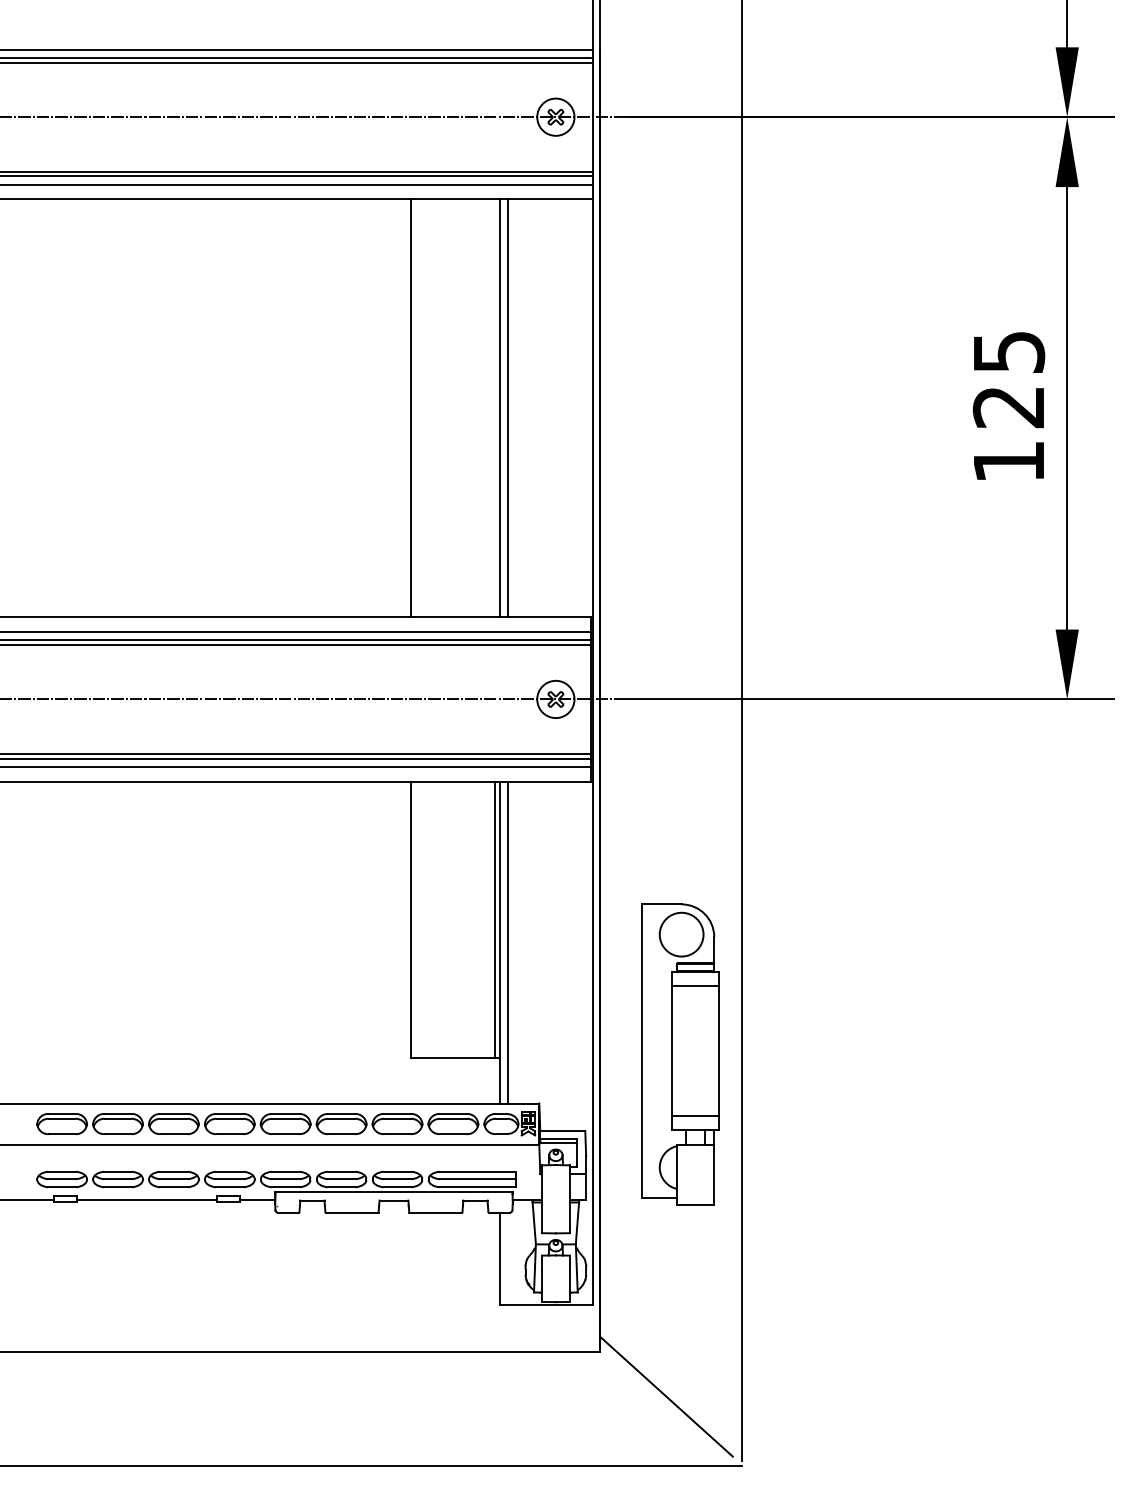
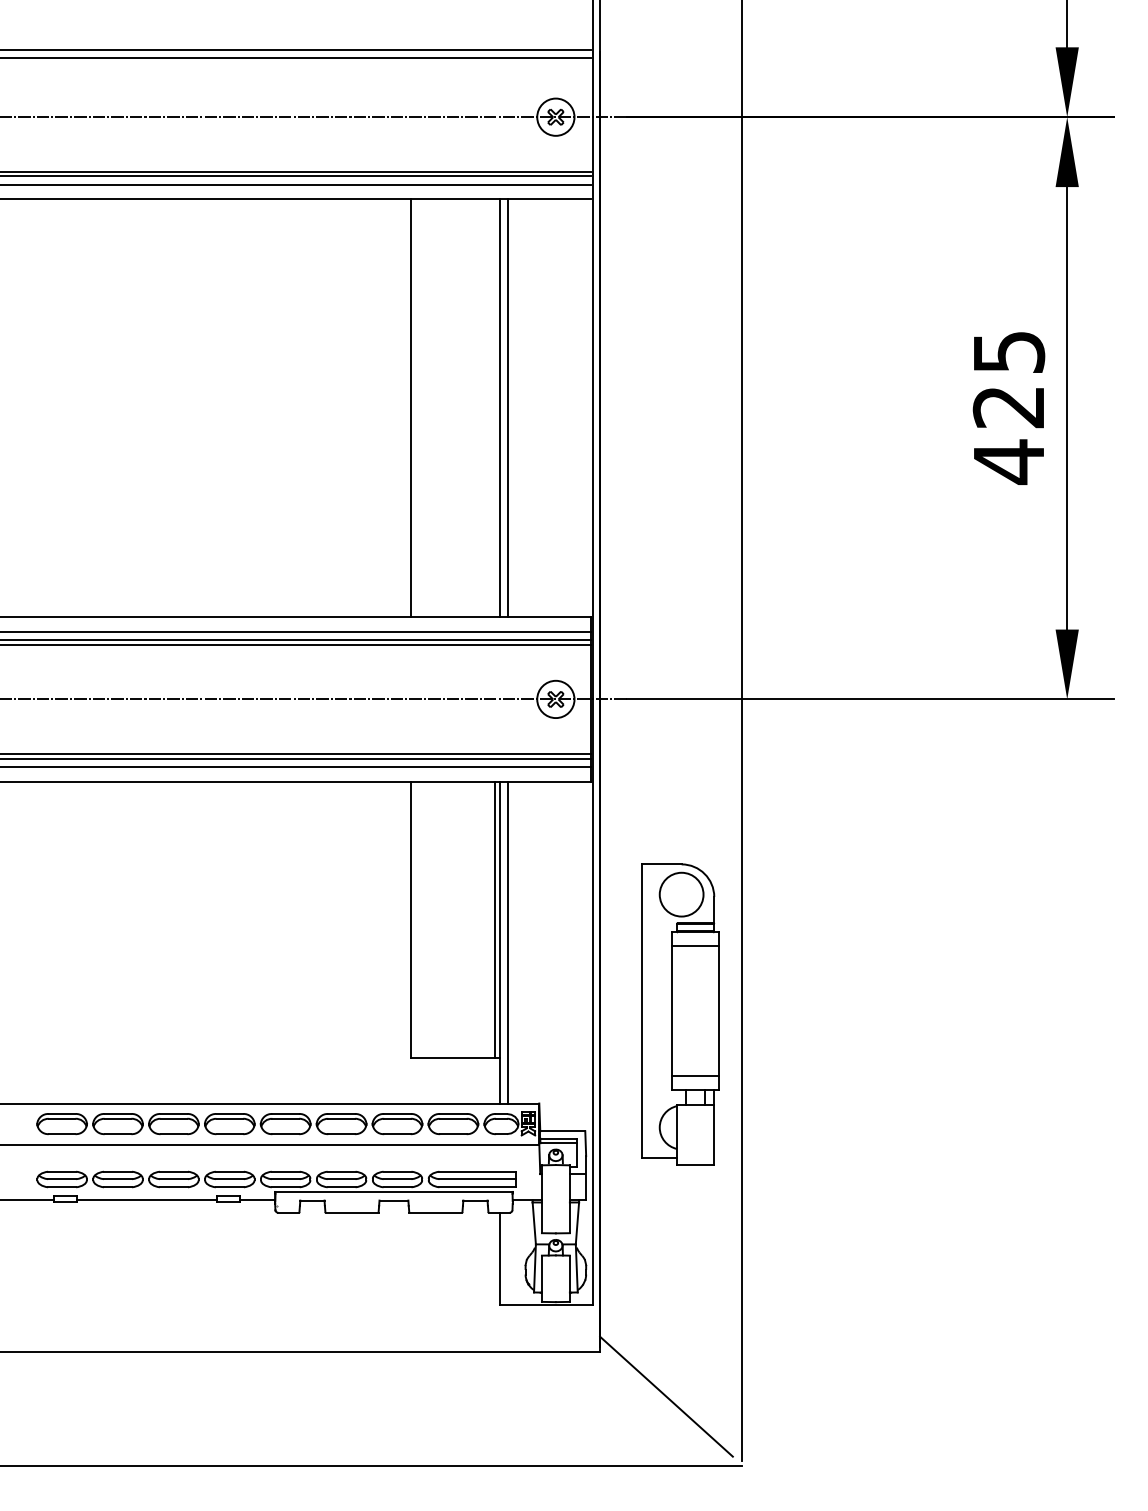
line at (296, 62): present -> none
text at (1008, 461): 125 -> 425
part at (680, 1054) position: (680, 1054) -> (680, 1014)
